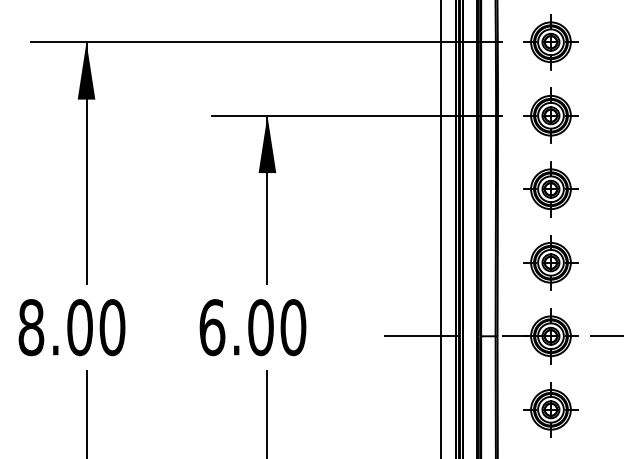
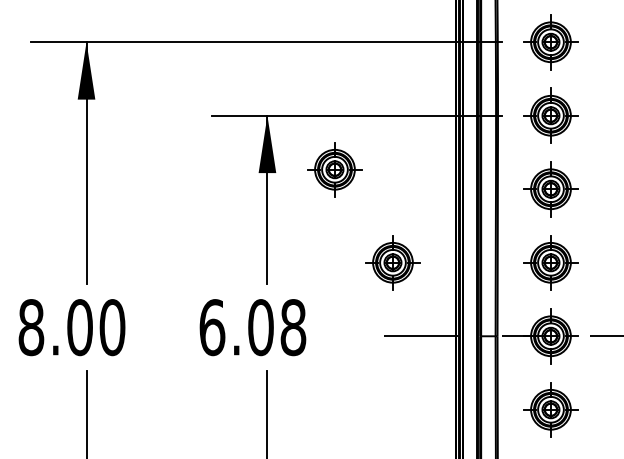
part at (334, 169): none -> present
line at (441, 228): present -> none
part at (392, 262): none -> present
text at (293, 327): 6.00 -> 6.08
